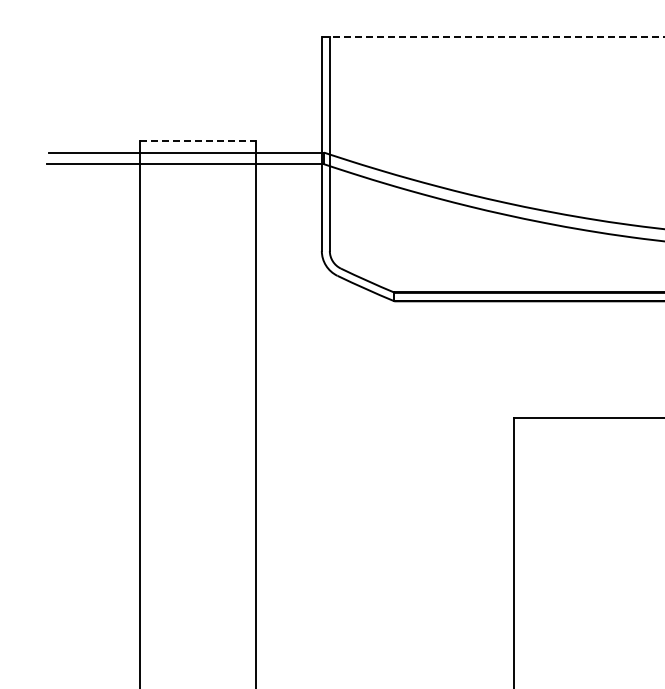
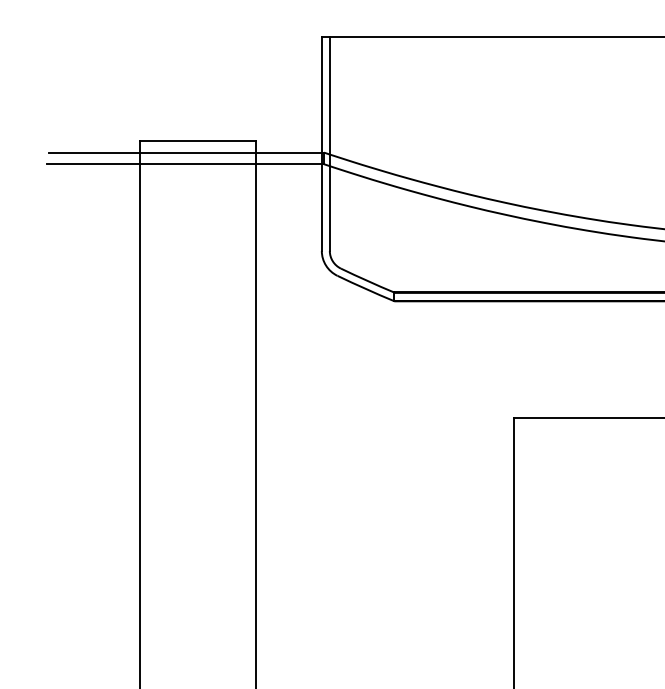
line at (493, 36): dashed -> solid
line at (198, 141): dashed -> solid
